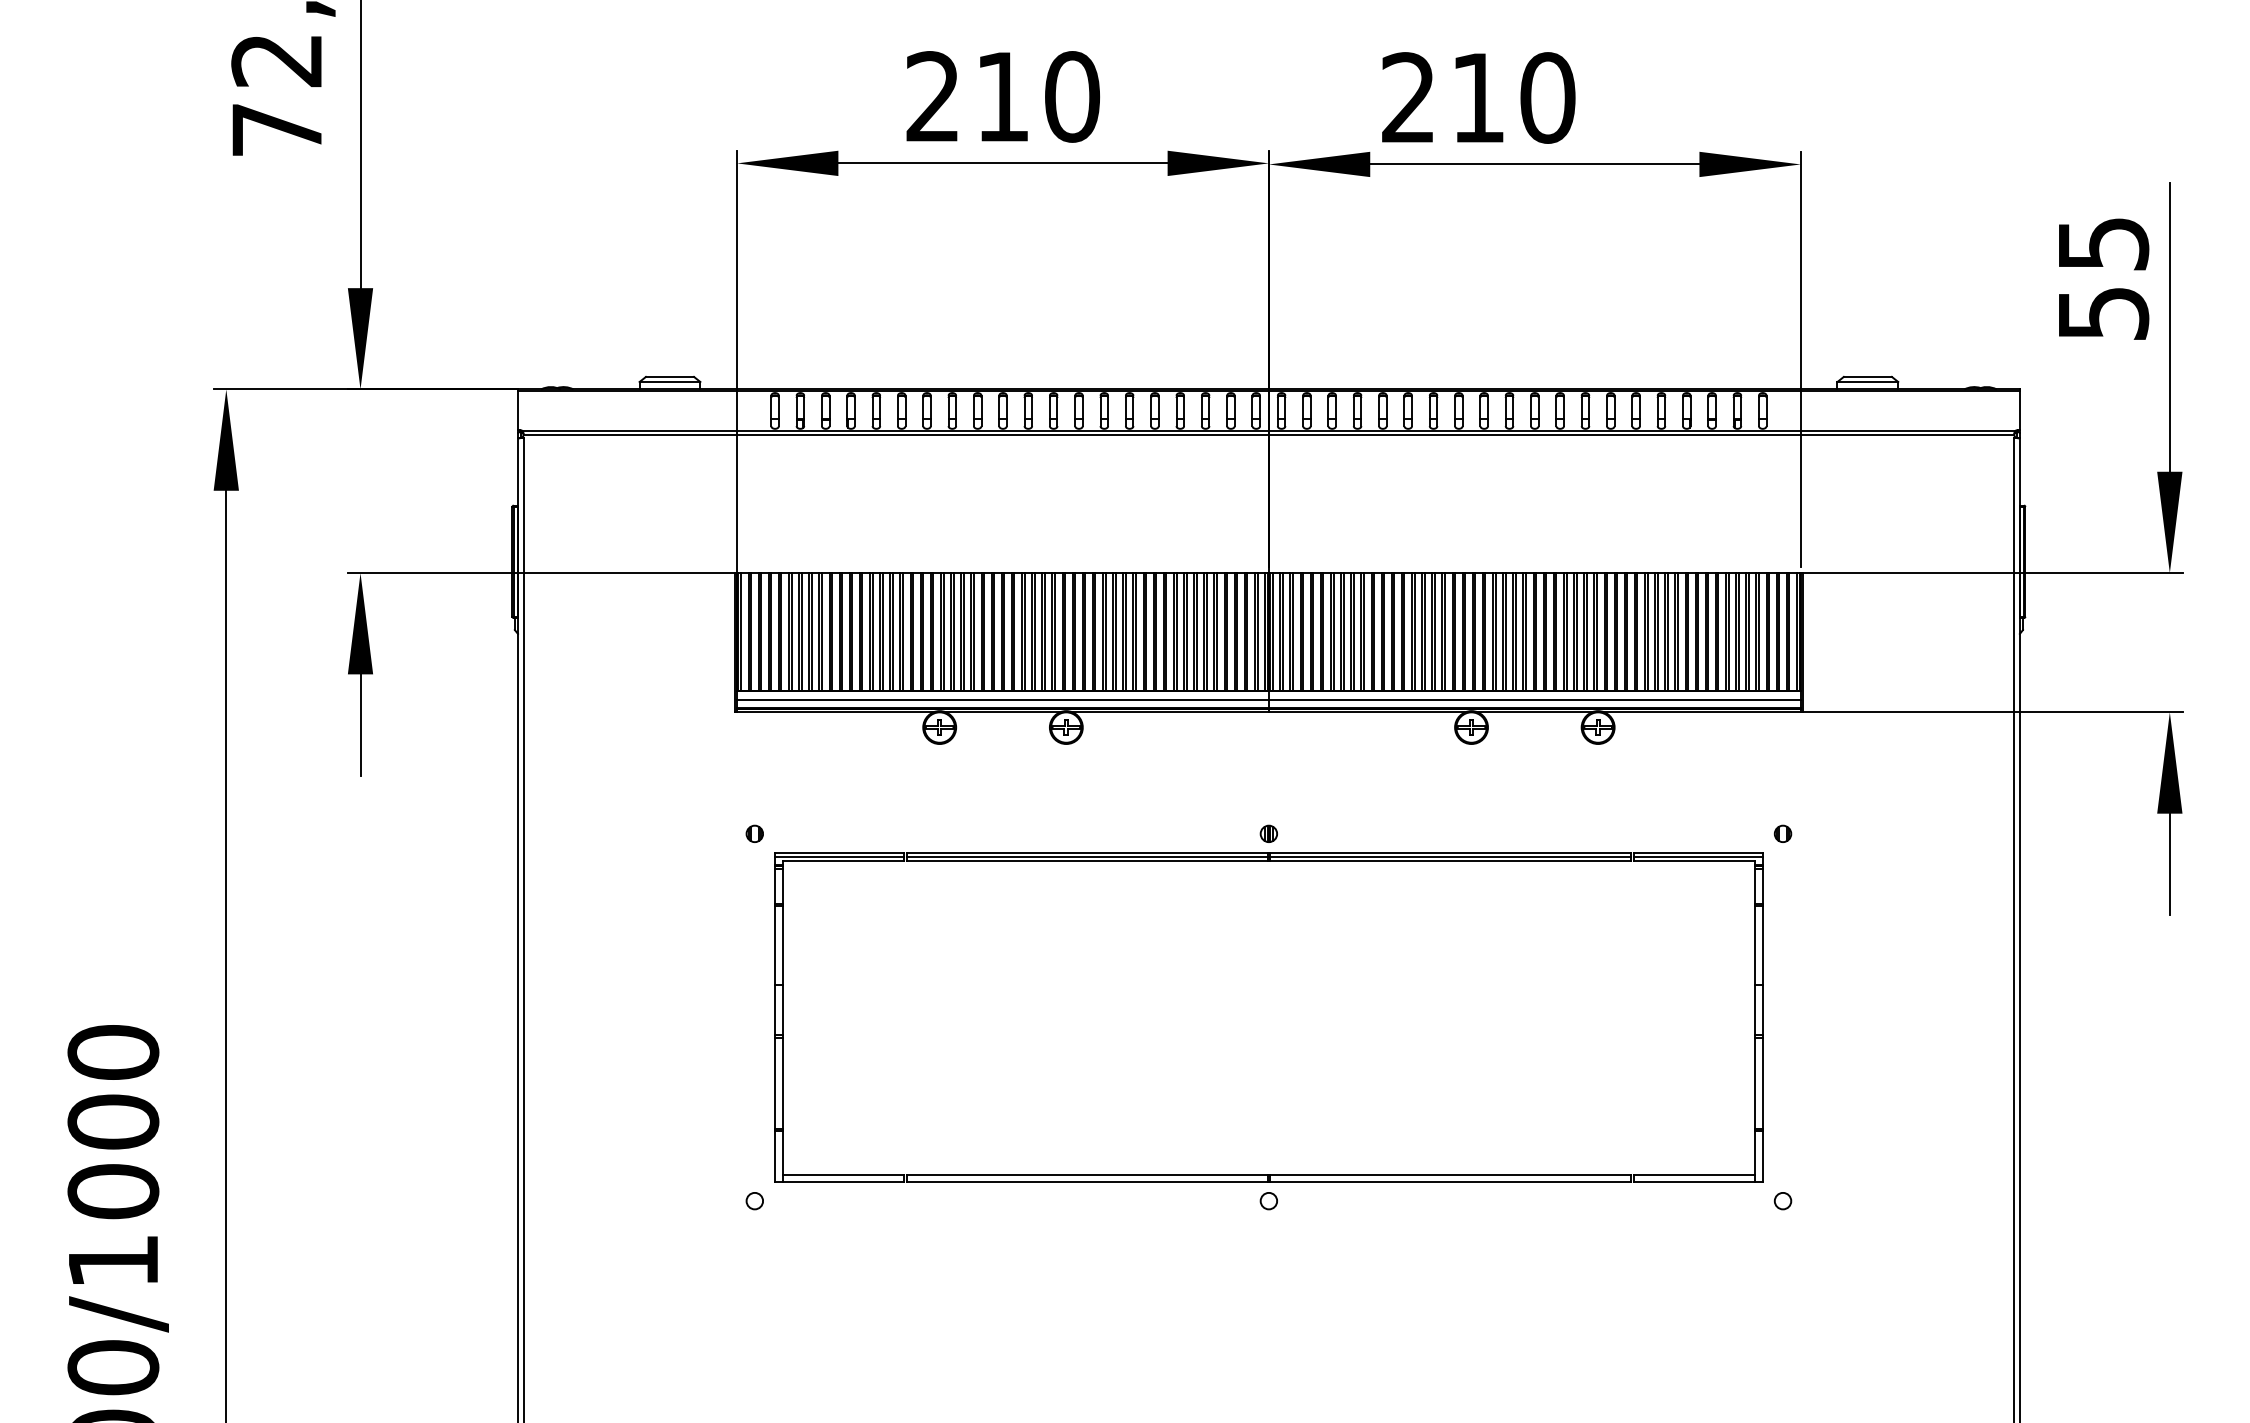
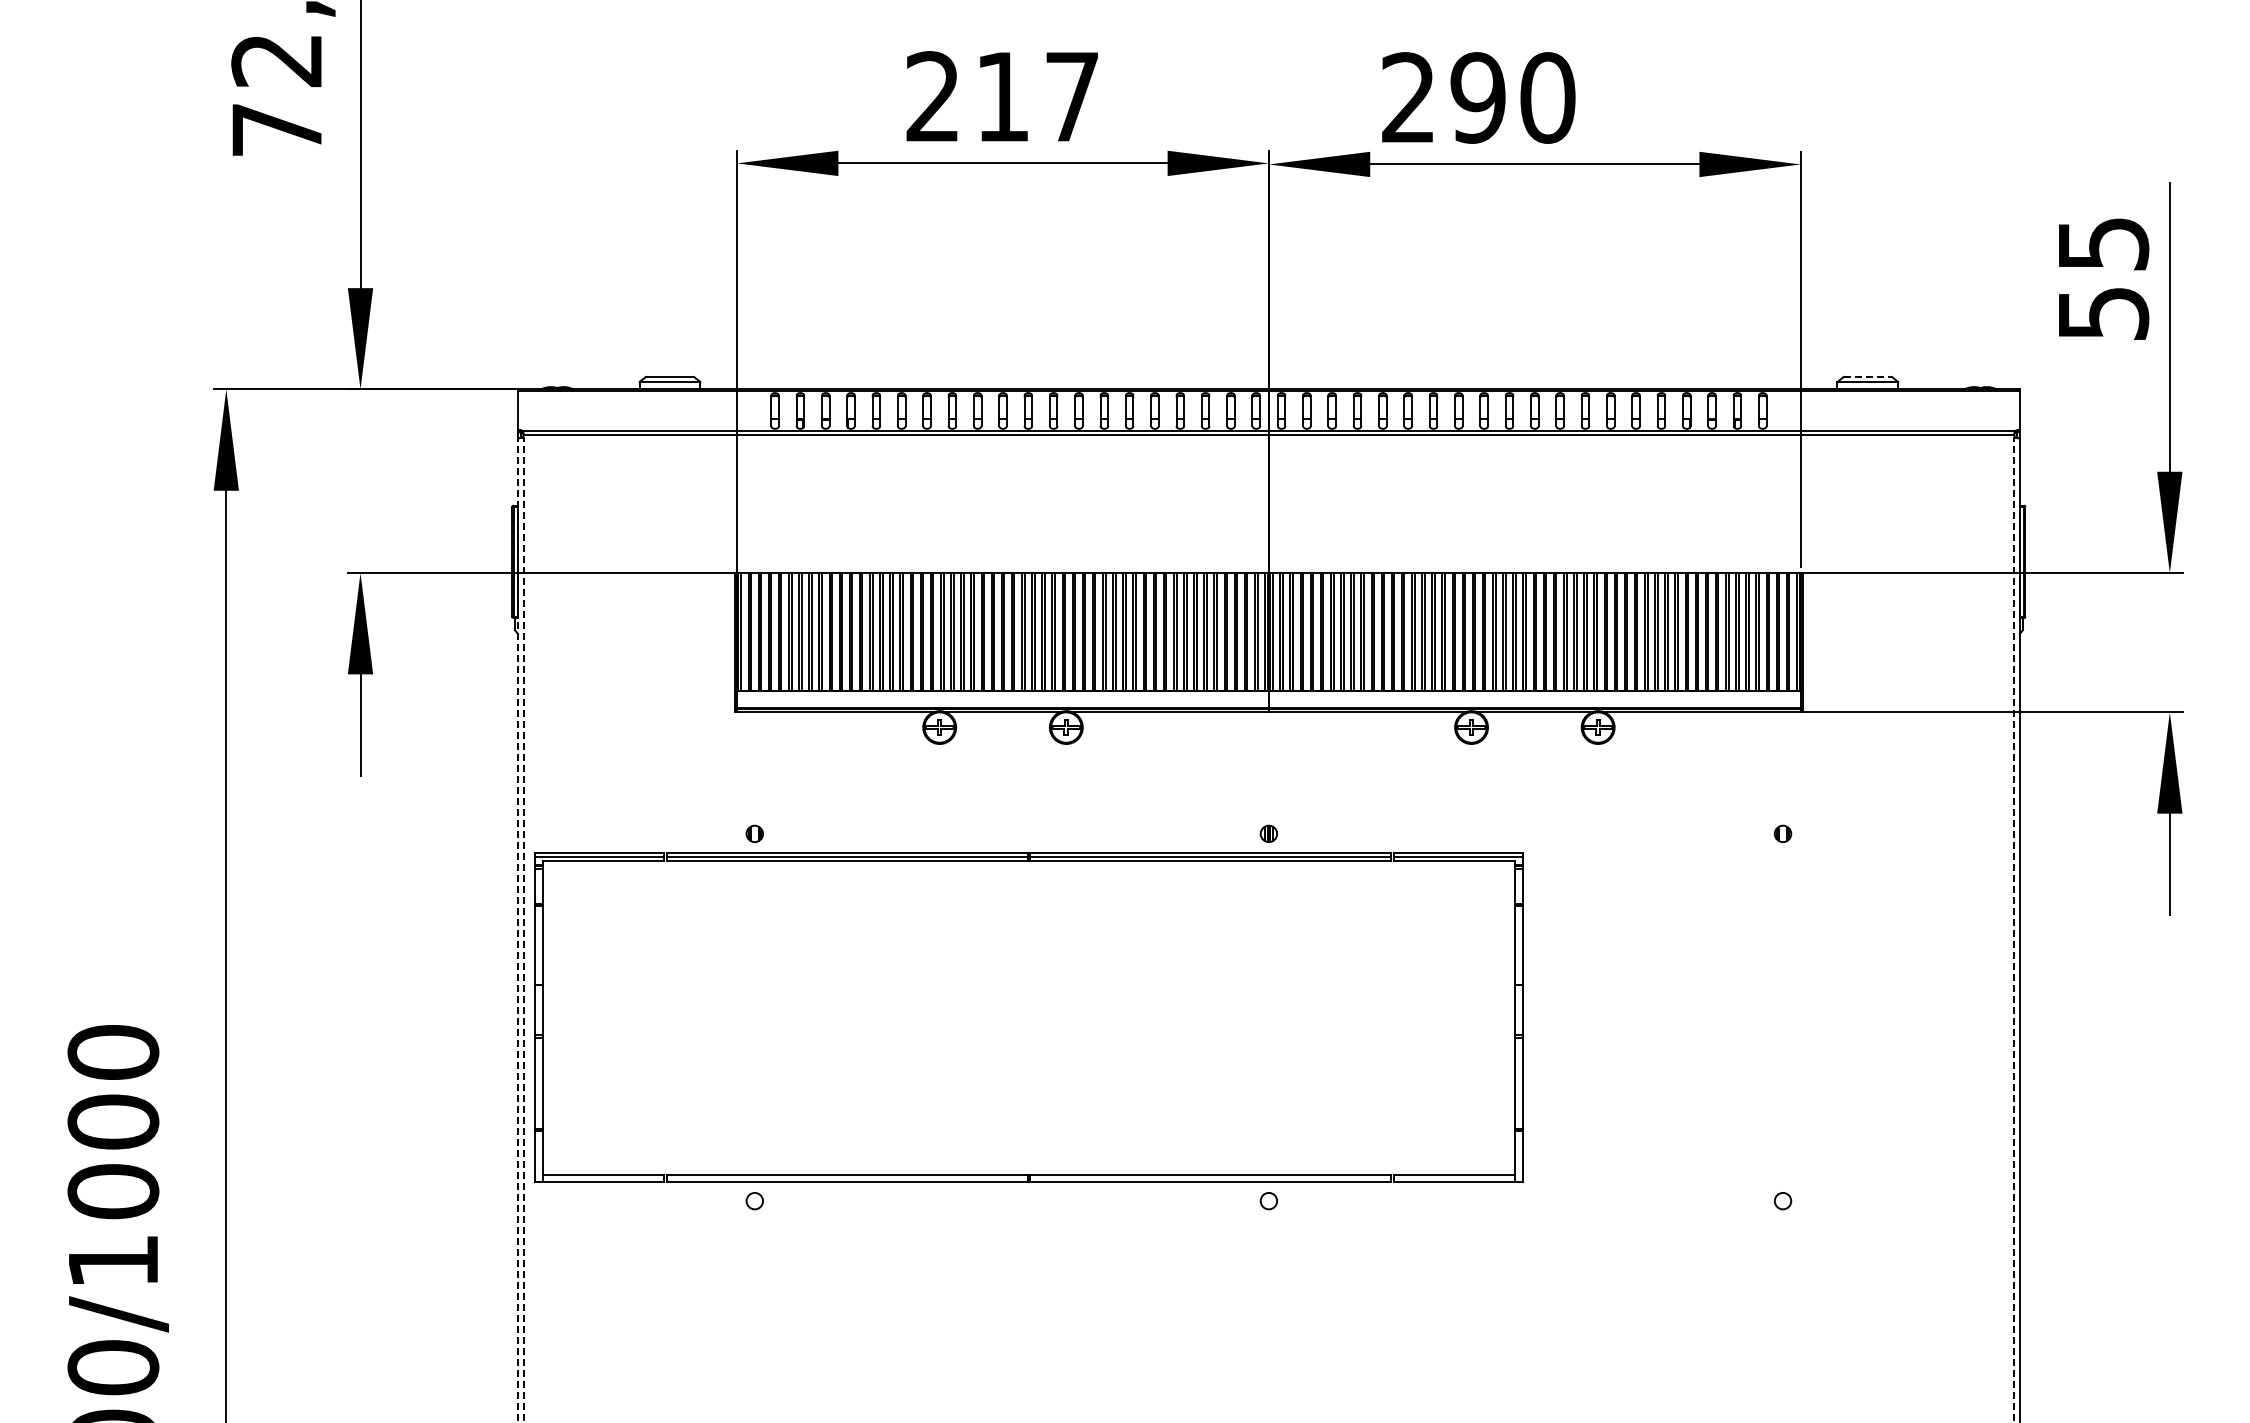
text at (1072, 96): 210 -> 217
text at (1477, 97): 210 -> 290
line at (1868, 376): solid -> dashed
line at (1268, 699): present -> none
part at (1268, 861) position: (1268, 861) -> (1028, 861)
line at (518, 929): solid -> dashed
line at (524, 929): solid -> dashed
line at (2013, 929): solid -> dashed
